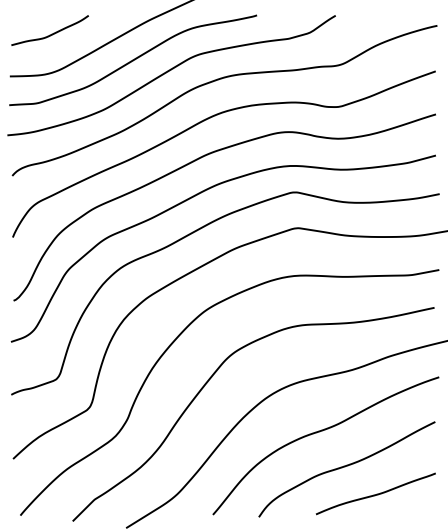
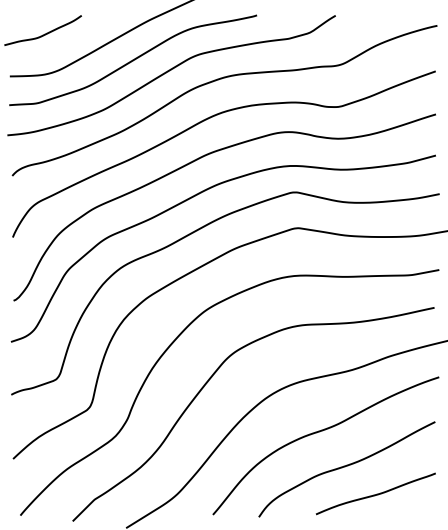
curve at (51, 33) position: (51, 33) -> (44, 33)
